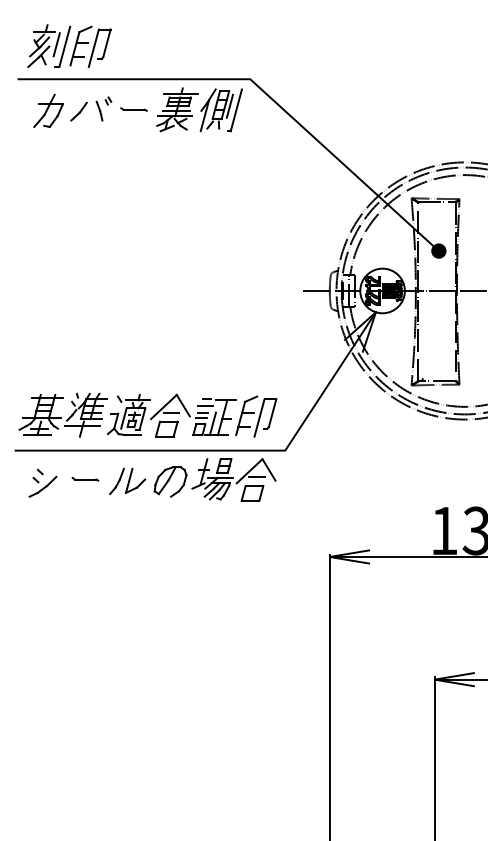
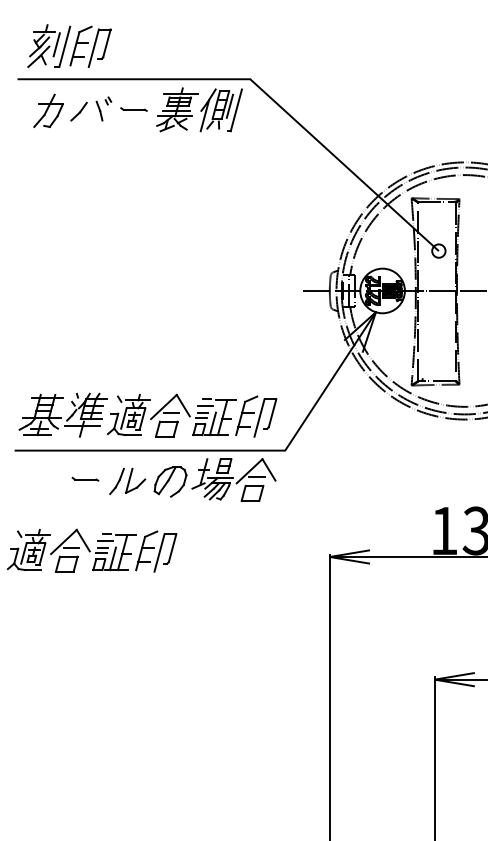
fill at (438, 250): present -> none
part at (42, 482): present -> none
part at (92, 550): none -> present
